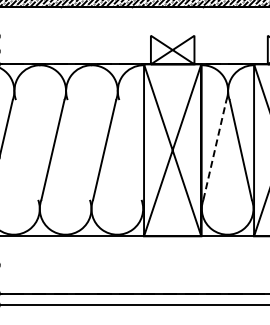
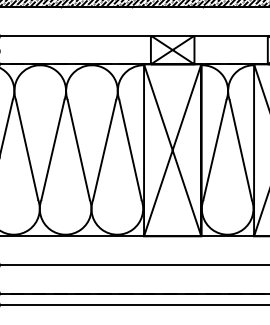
line at (134, 35): none -> present
line at (27, 149): none -> present
line at (78, 149): none -> present
line at (130, 149): none -> present
line at (215, 149): dashed -> solid
line at (134, 264): none -> present
